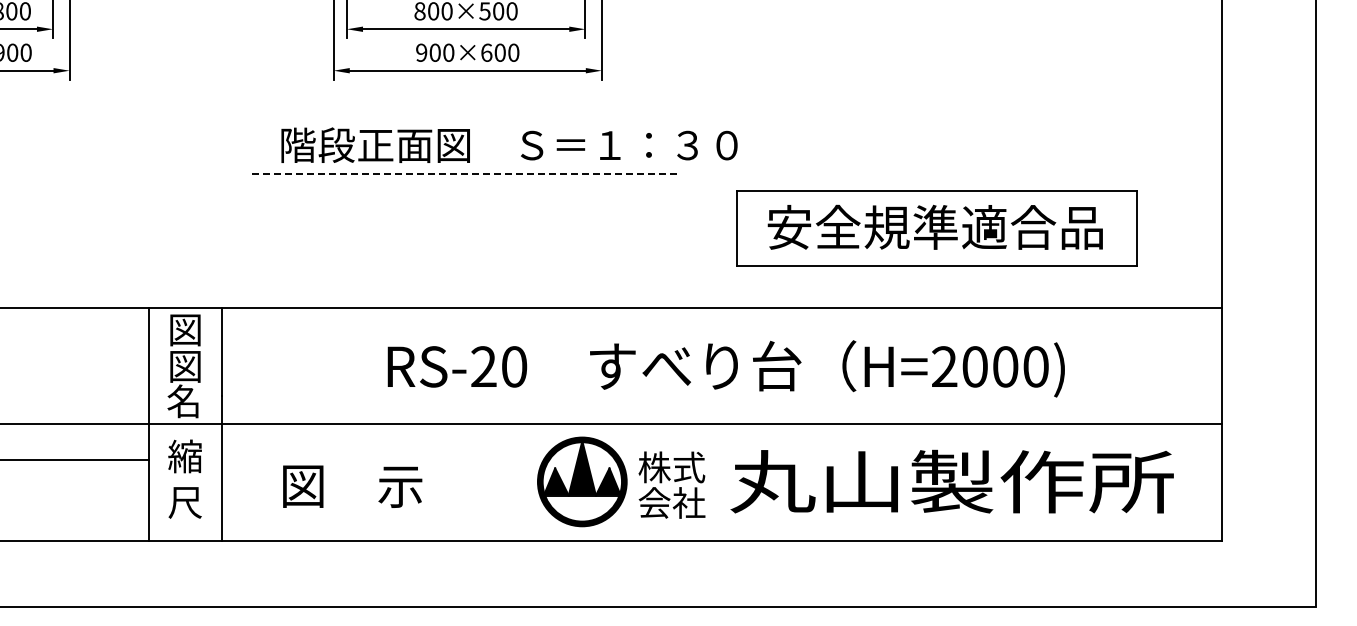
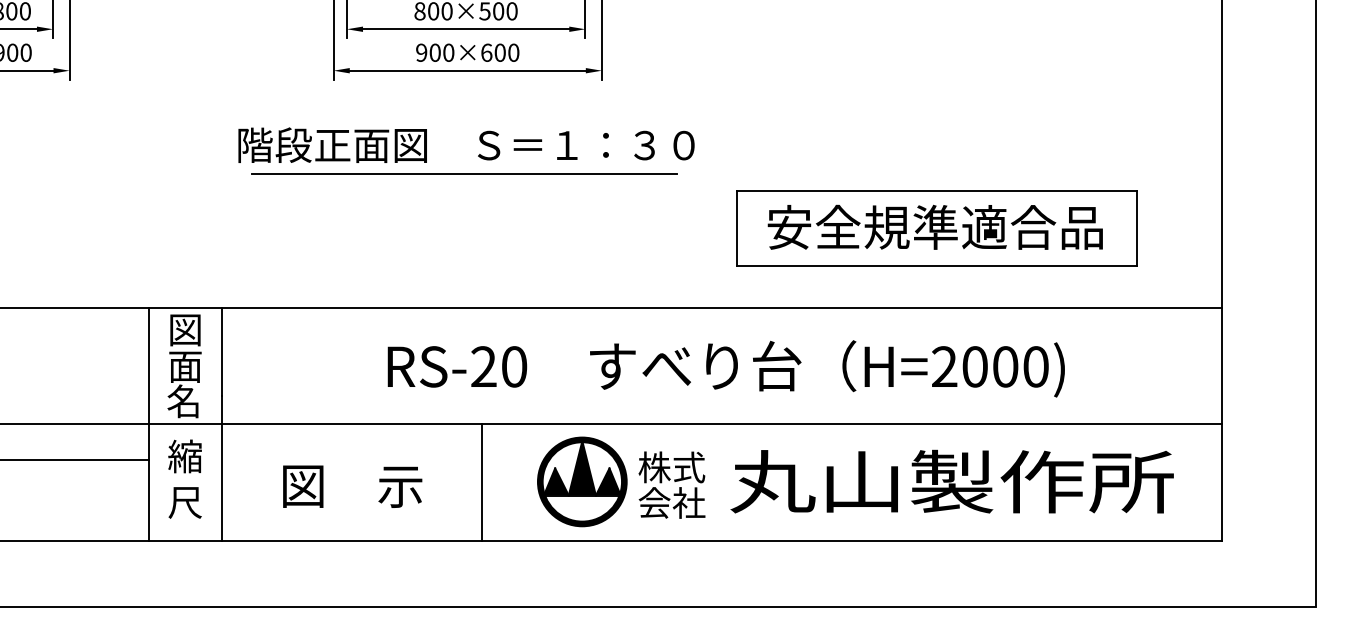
text at (509, 144) position: (509, 144) -> (466, 144)
line at (464, 173): dashed -> solid
text at (185, 366): 図 -> 面
line at (482, 482): none -> present
